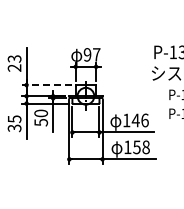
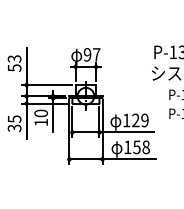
text at (14, 67): 23 -> 53
line at (46, 85): dashed -> solid
text at (139, 120): 146 -> 129
text at (41, 122): 50 -> 10
